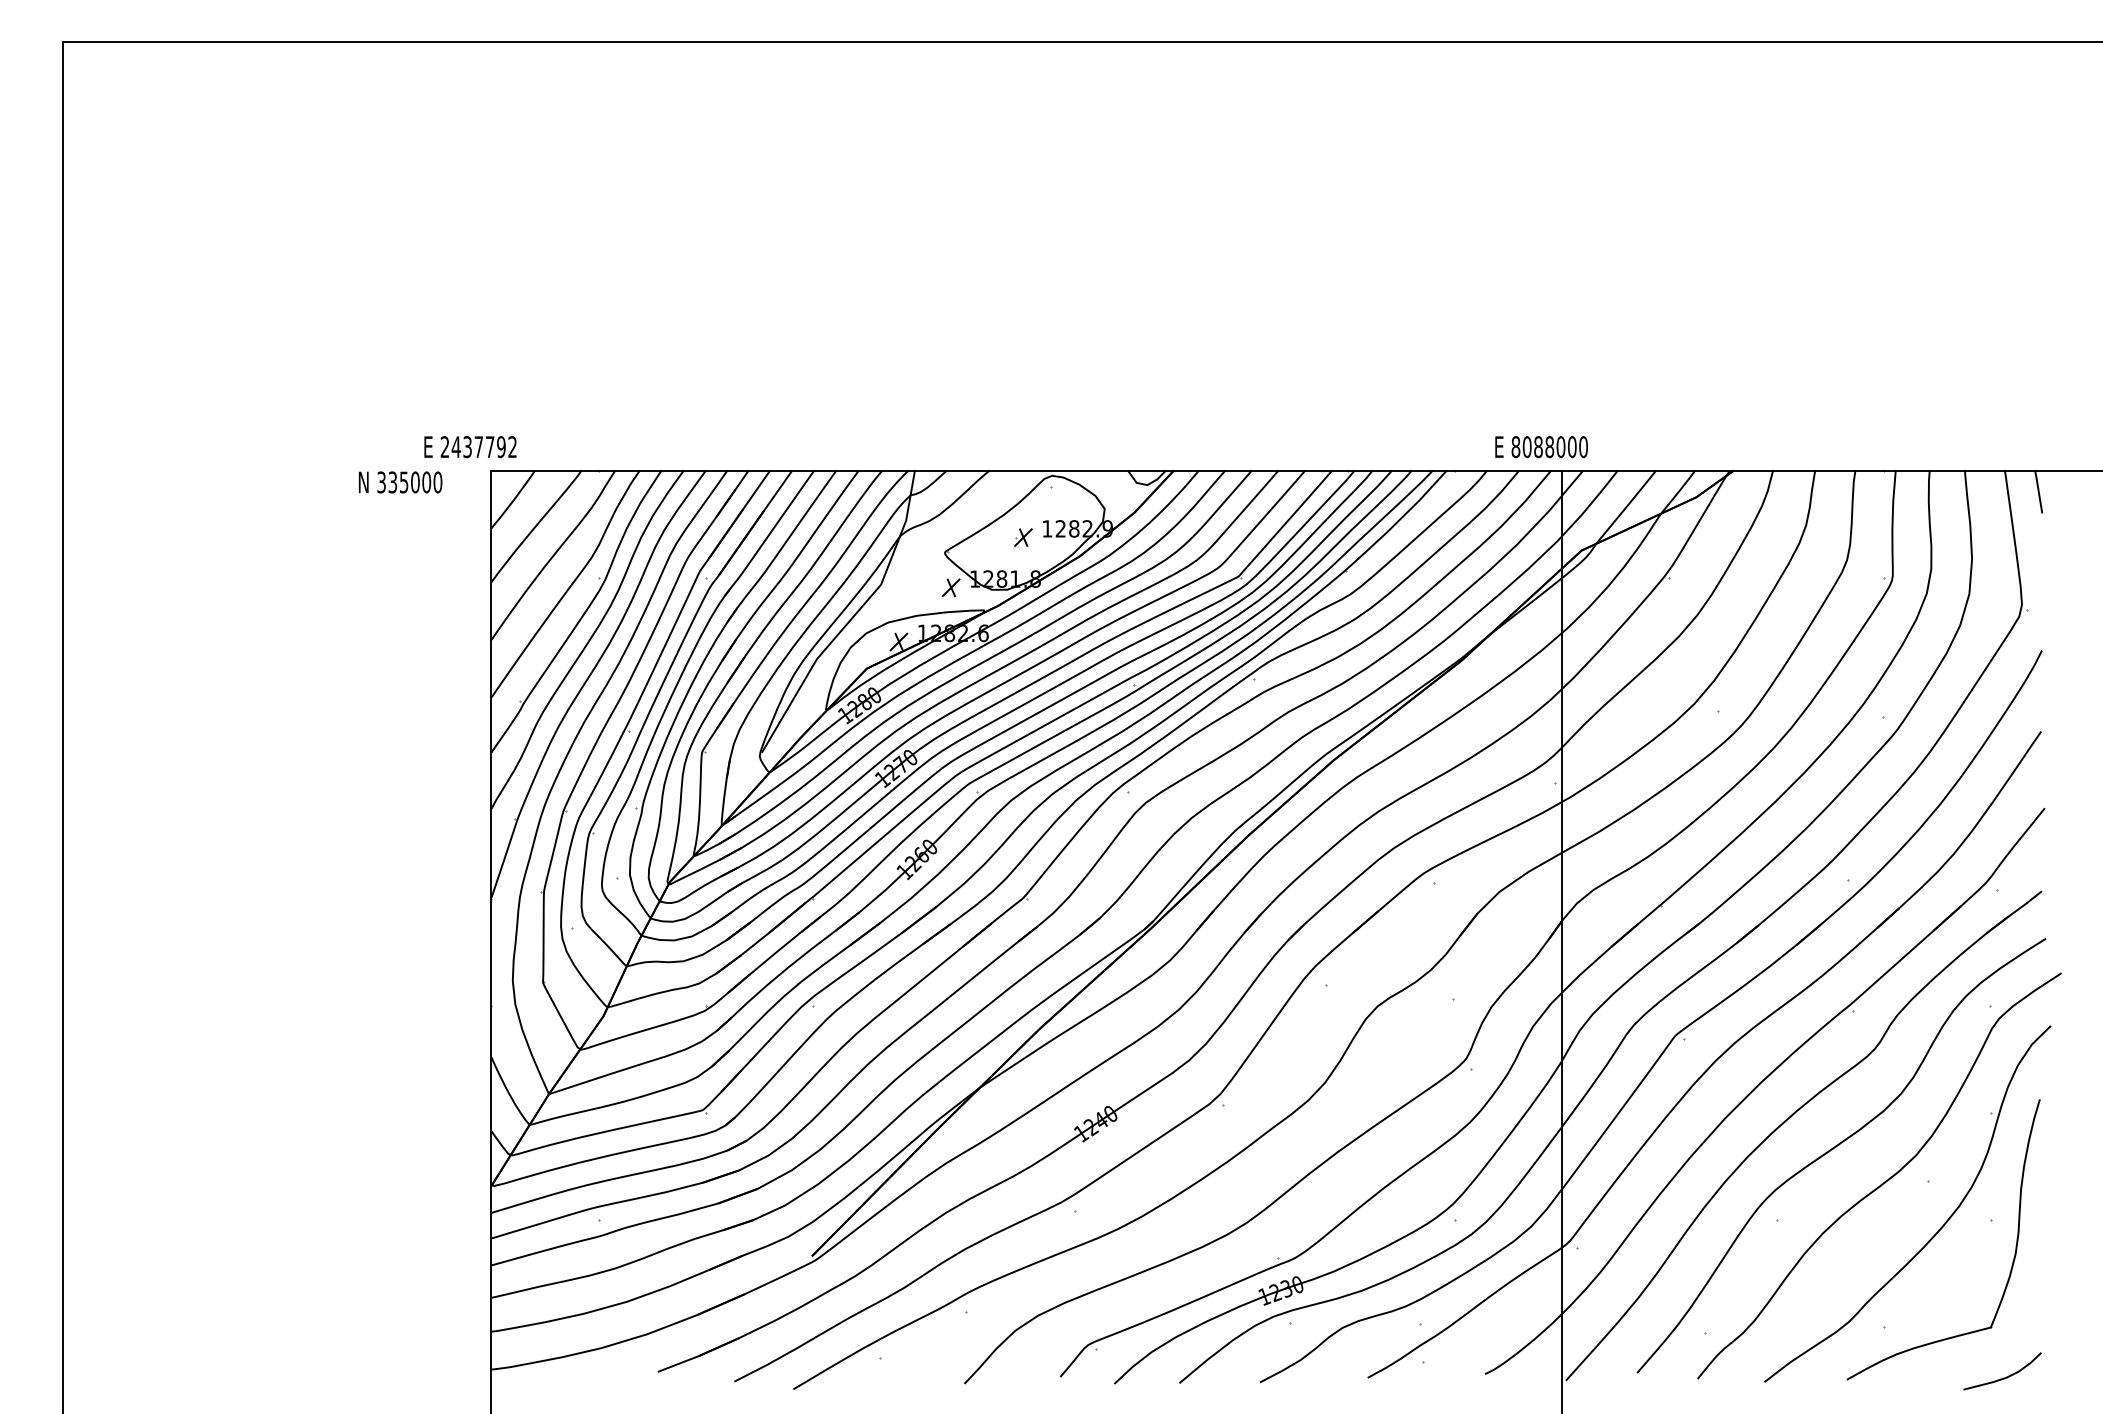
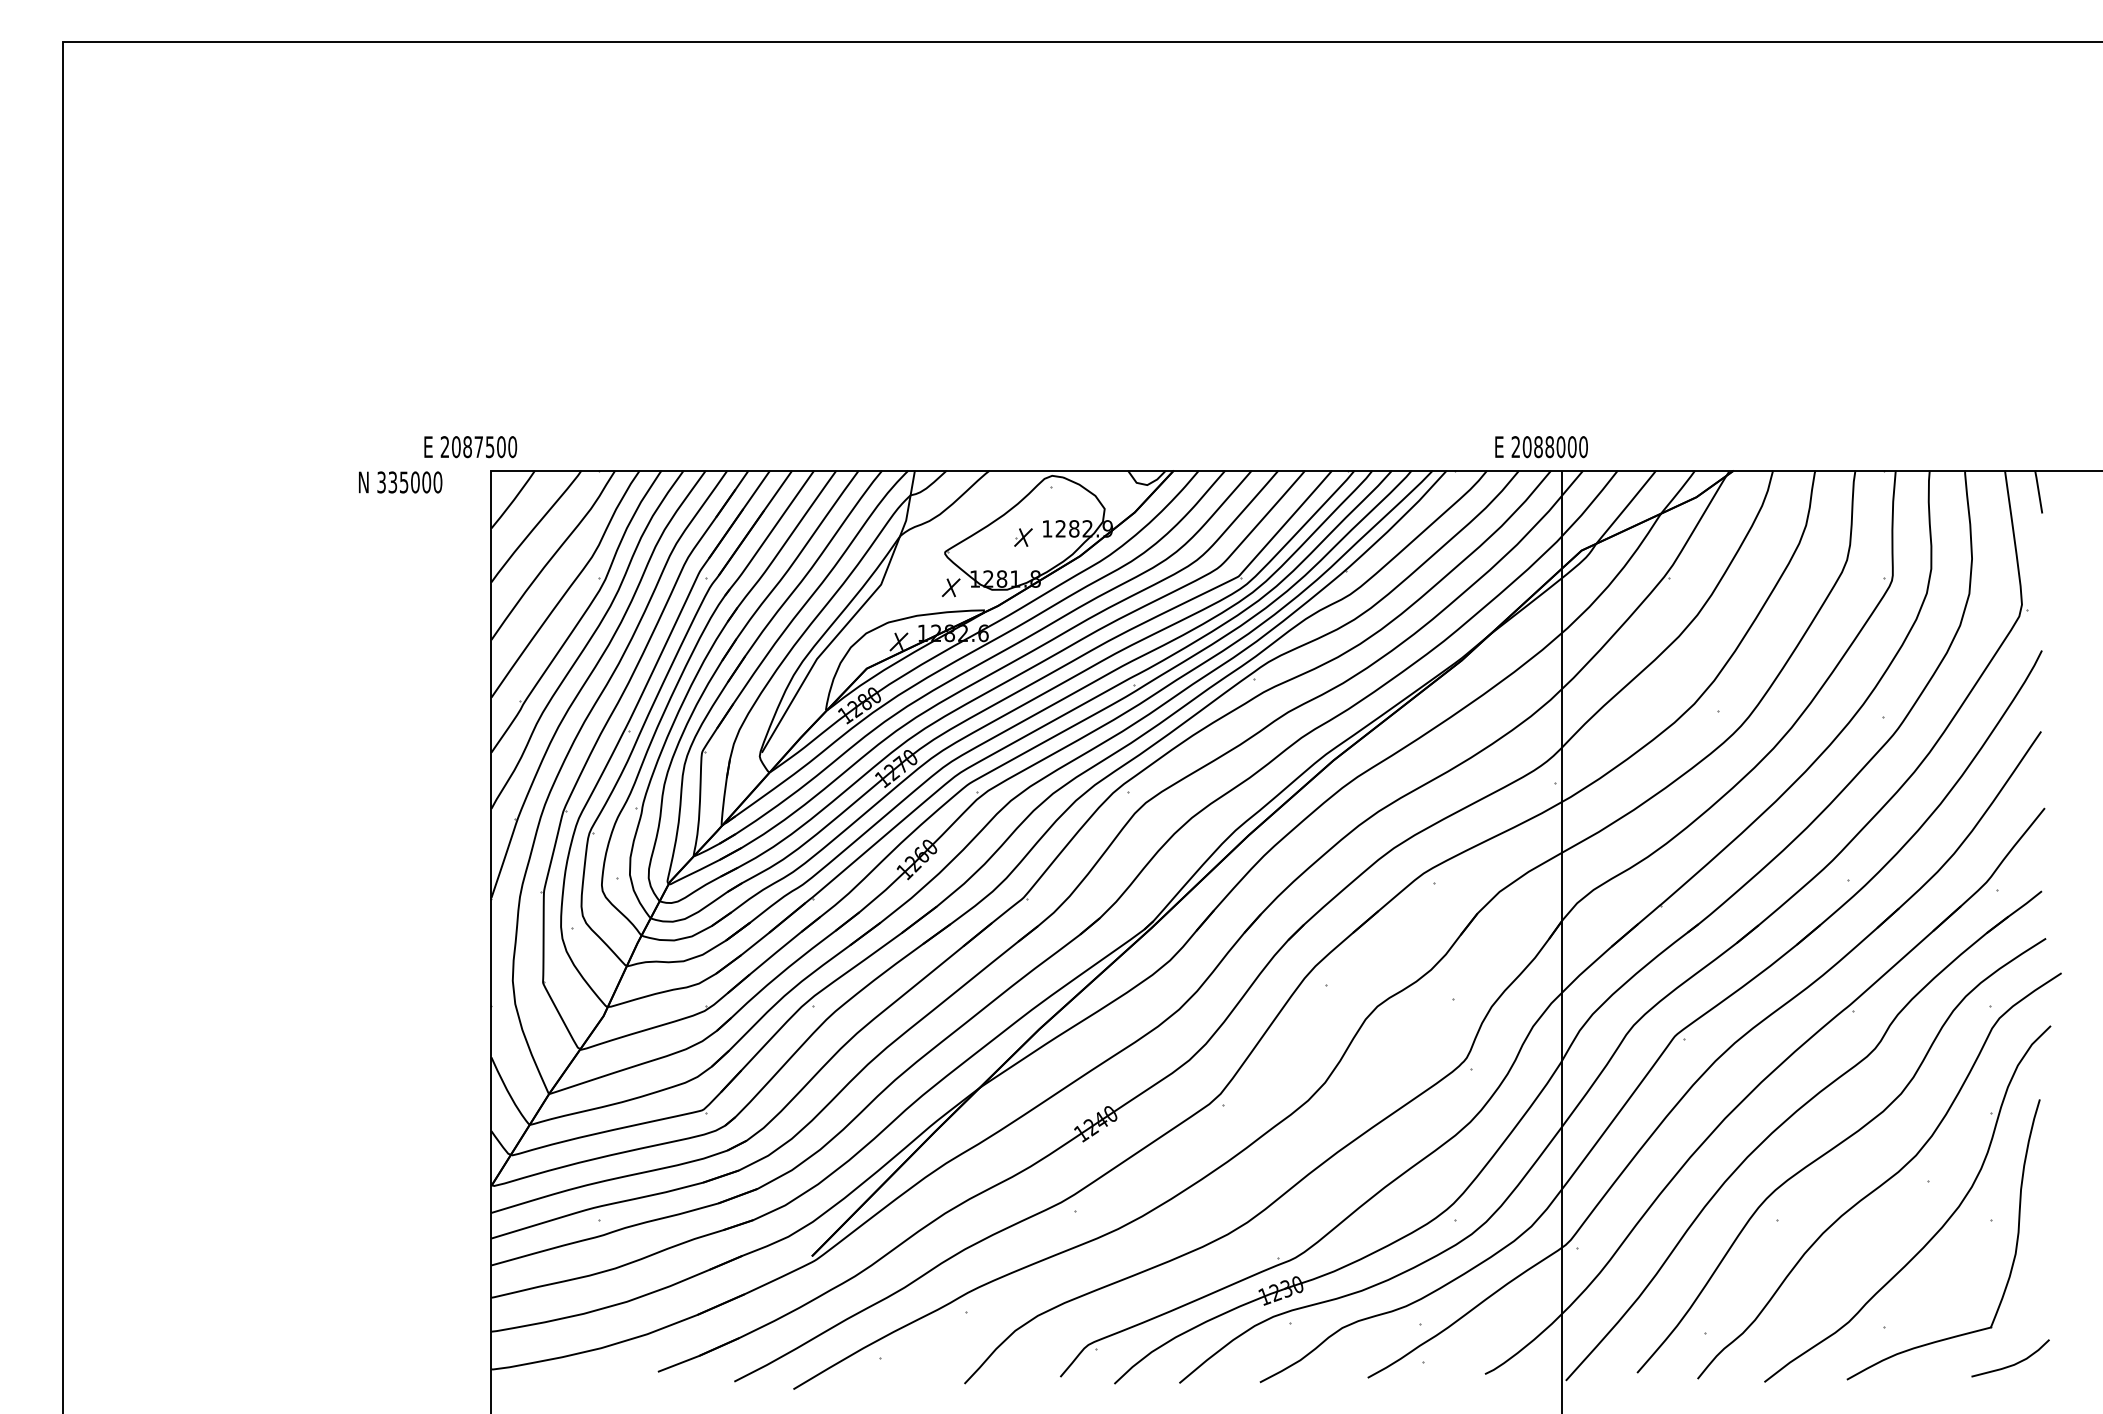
text at (484, 447): 2437792 -> 2087500
text at (1515, 447): 8088000 -> 2088000
curve at (2003, 1377) position: (2003, 1377) -> (2011, 1364)
